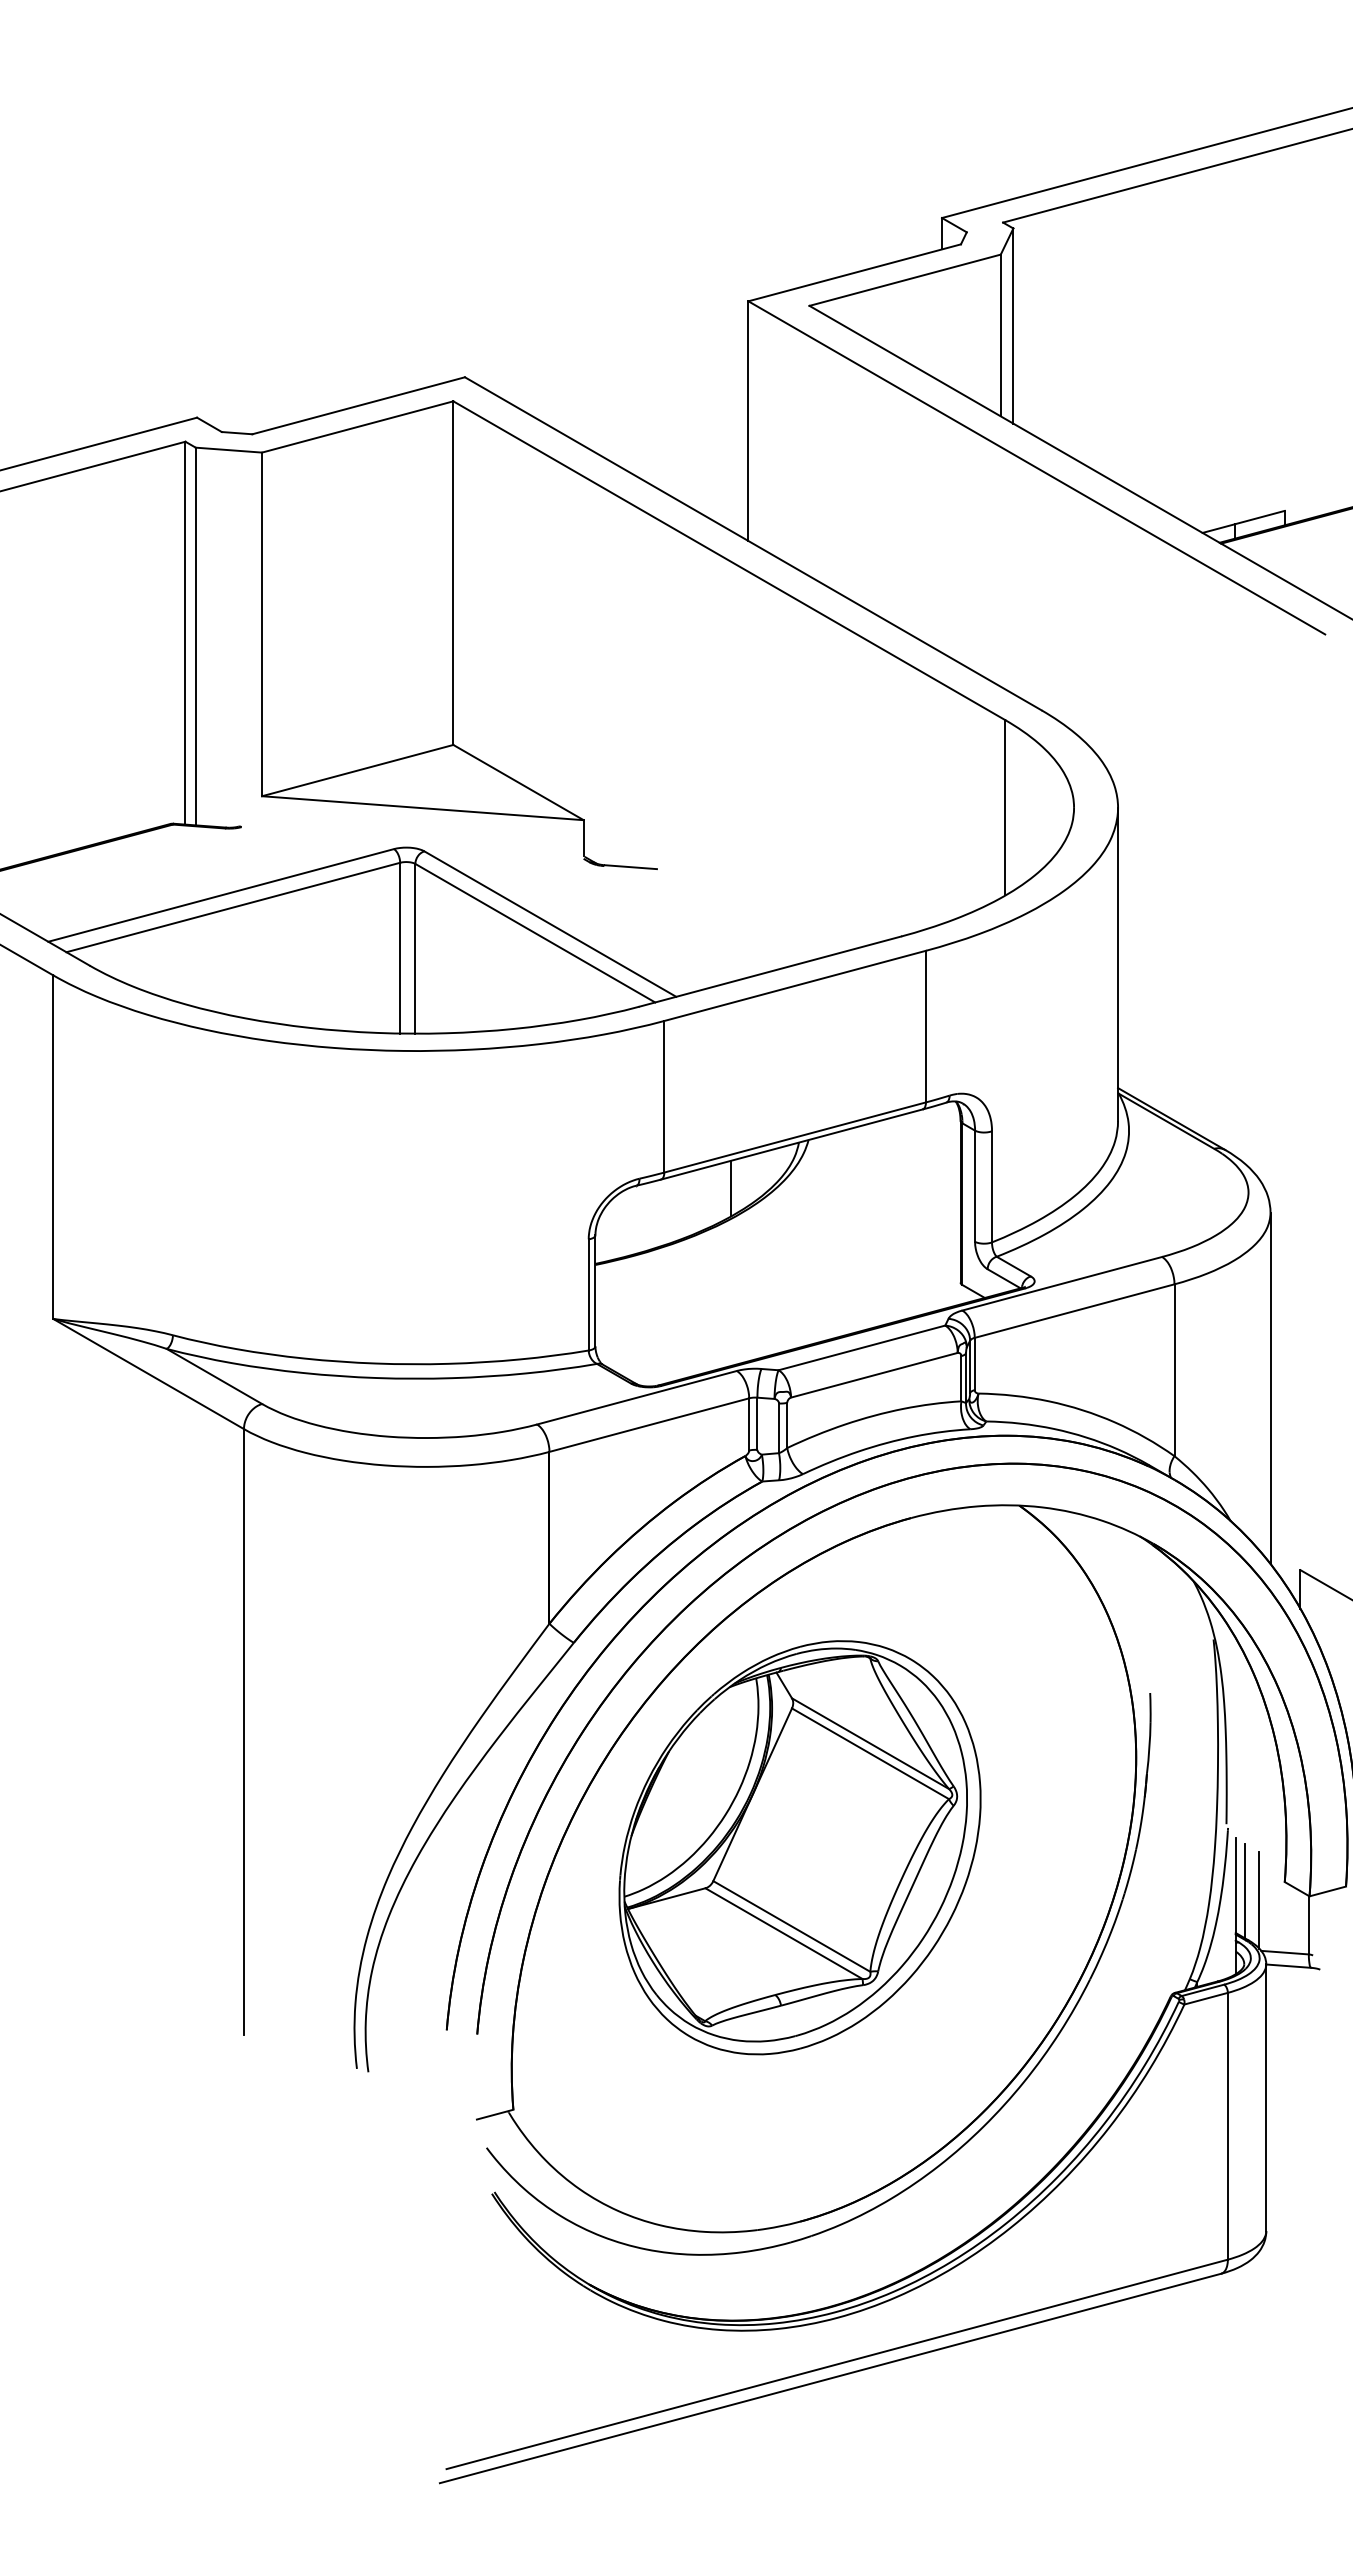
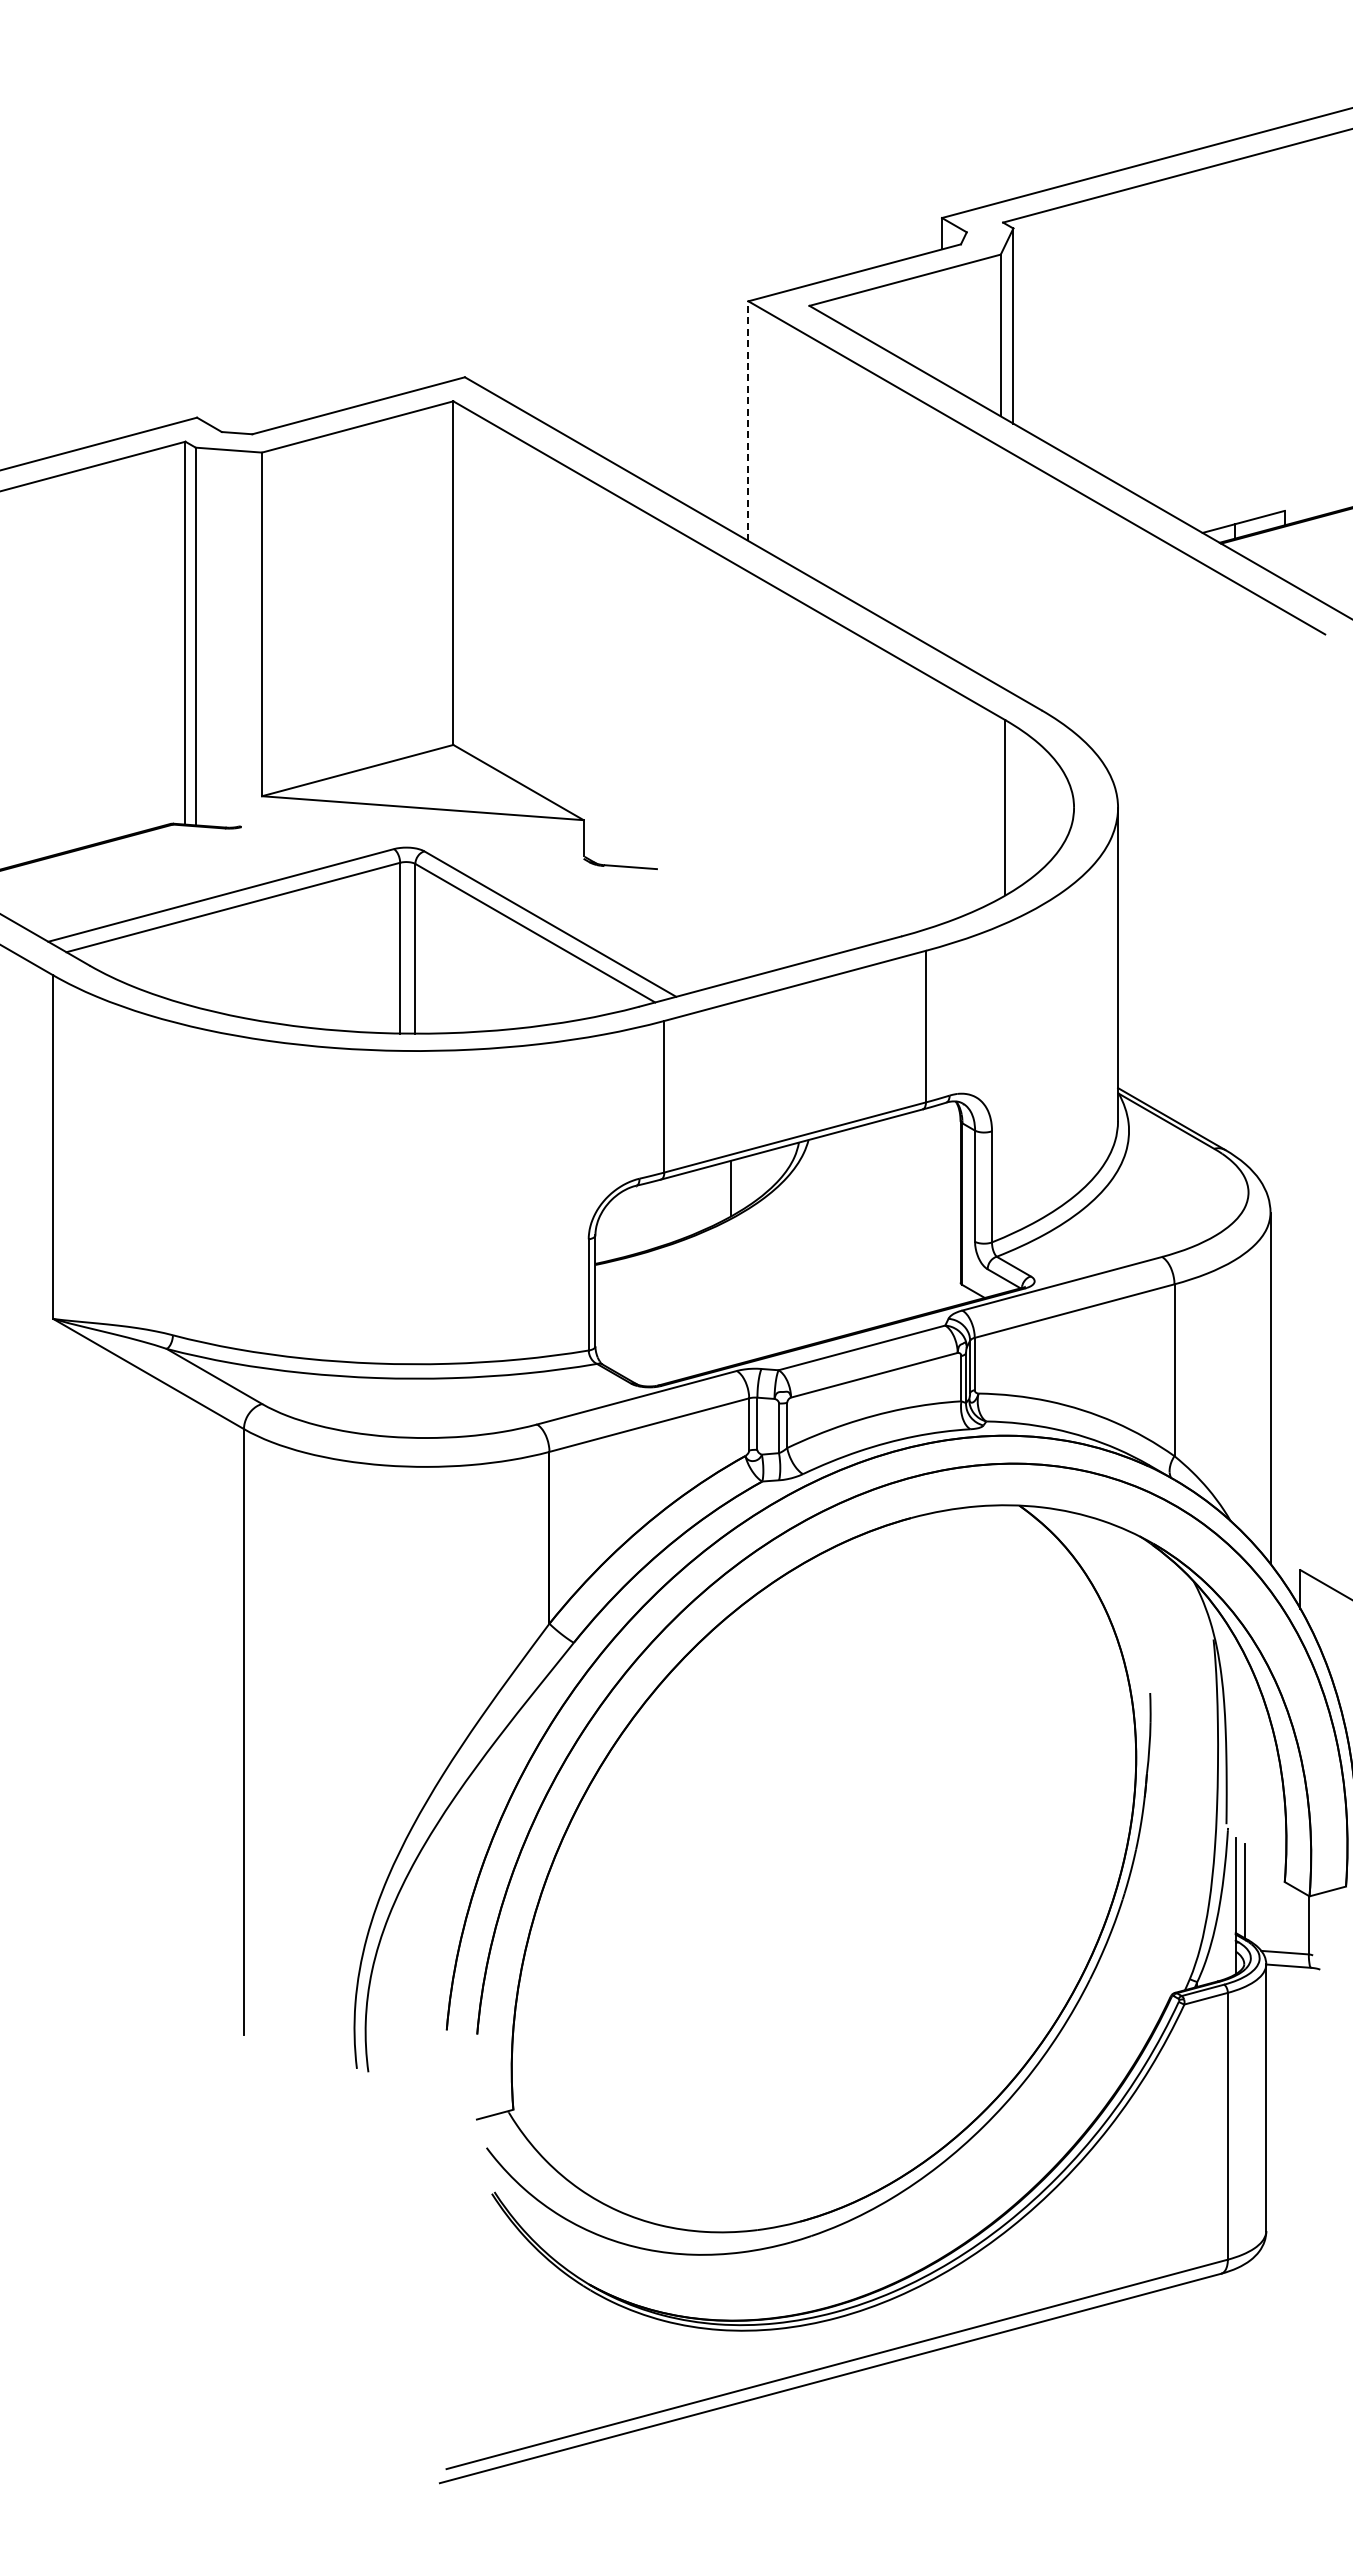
line at (748, 421): solid -> dashed
part at (799, 1847): present -> none
line at (1259, 1899): present -> none
